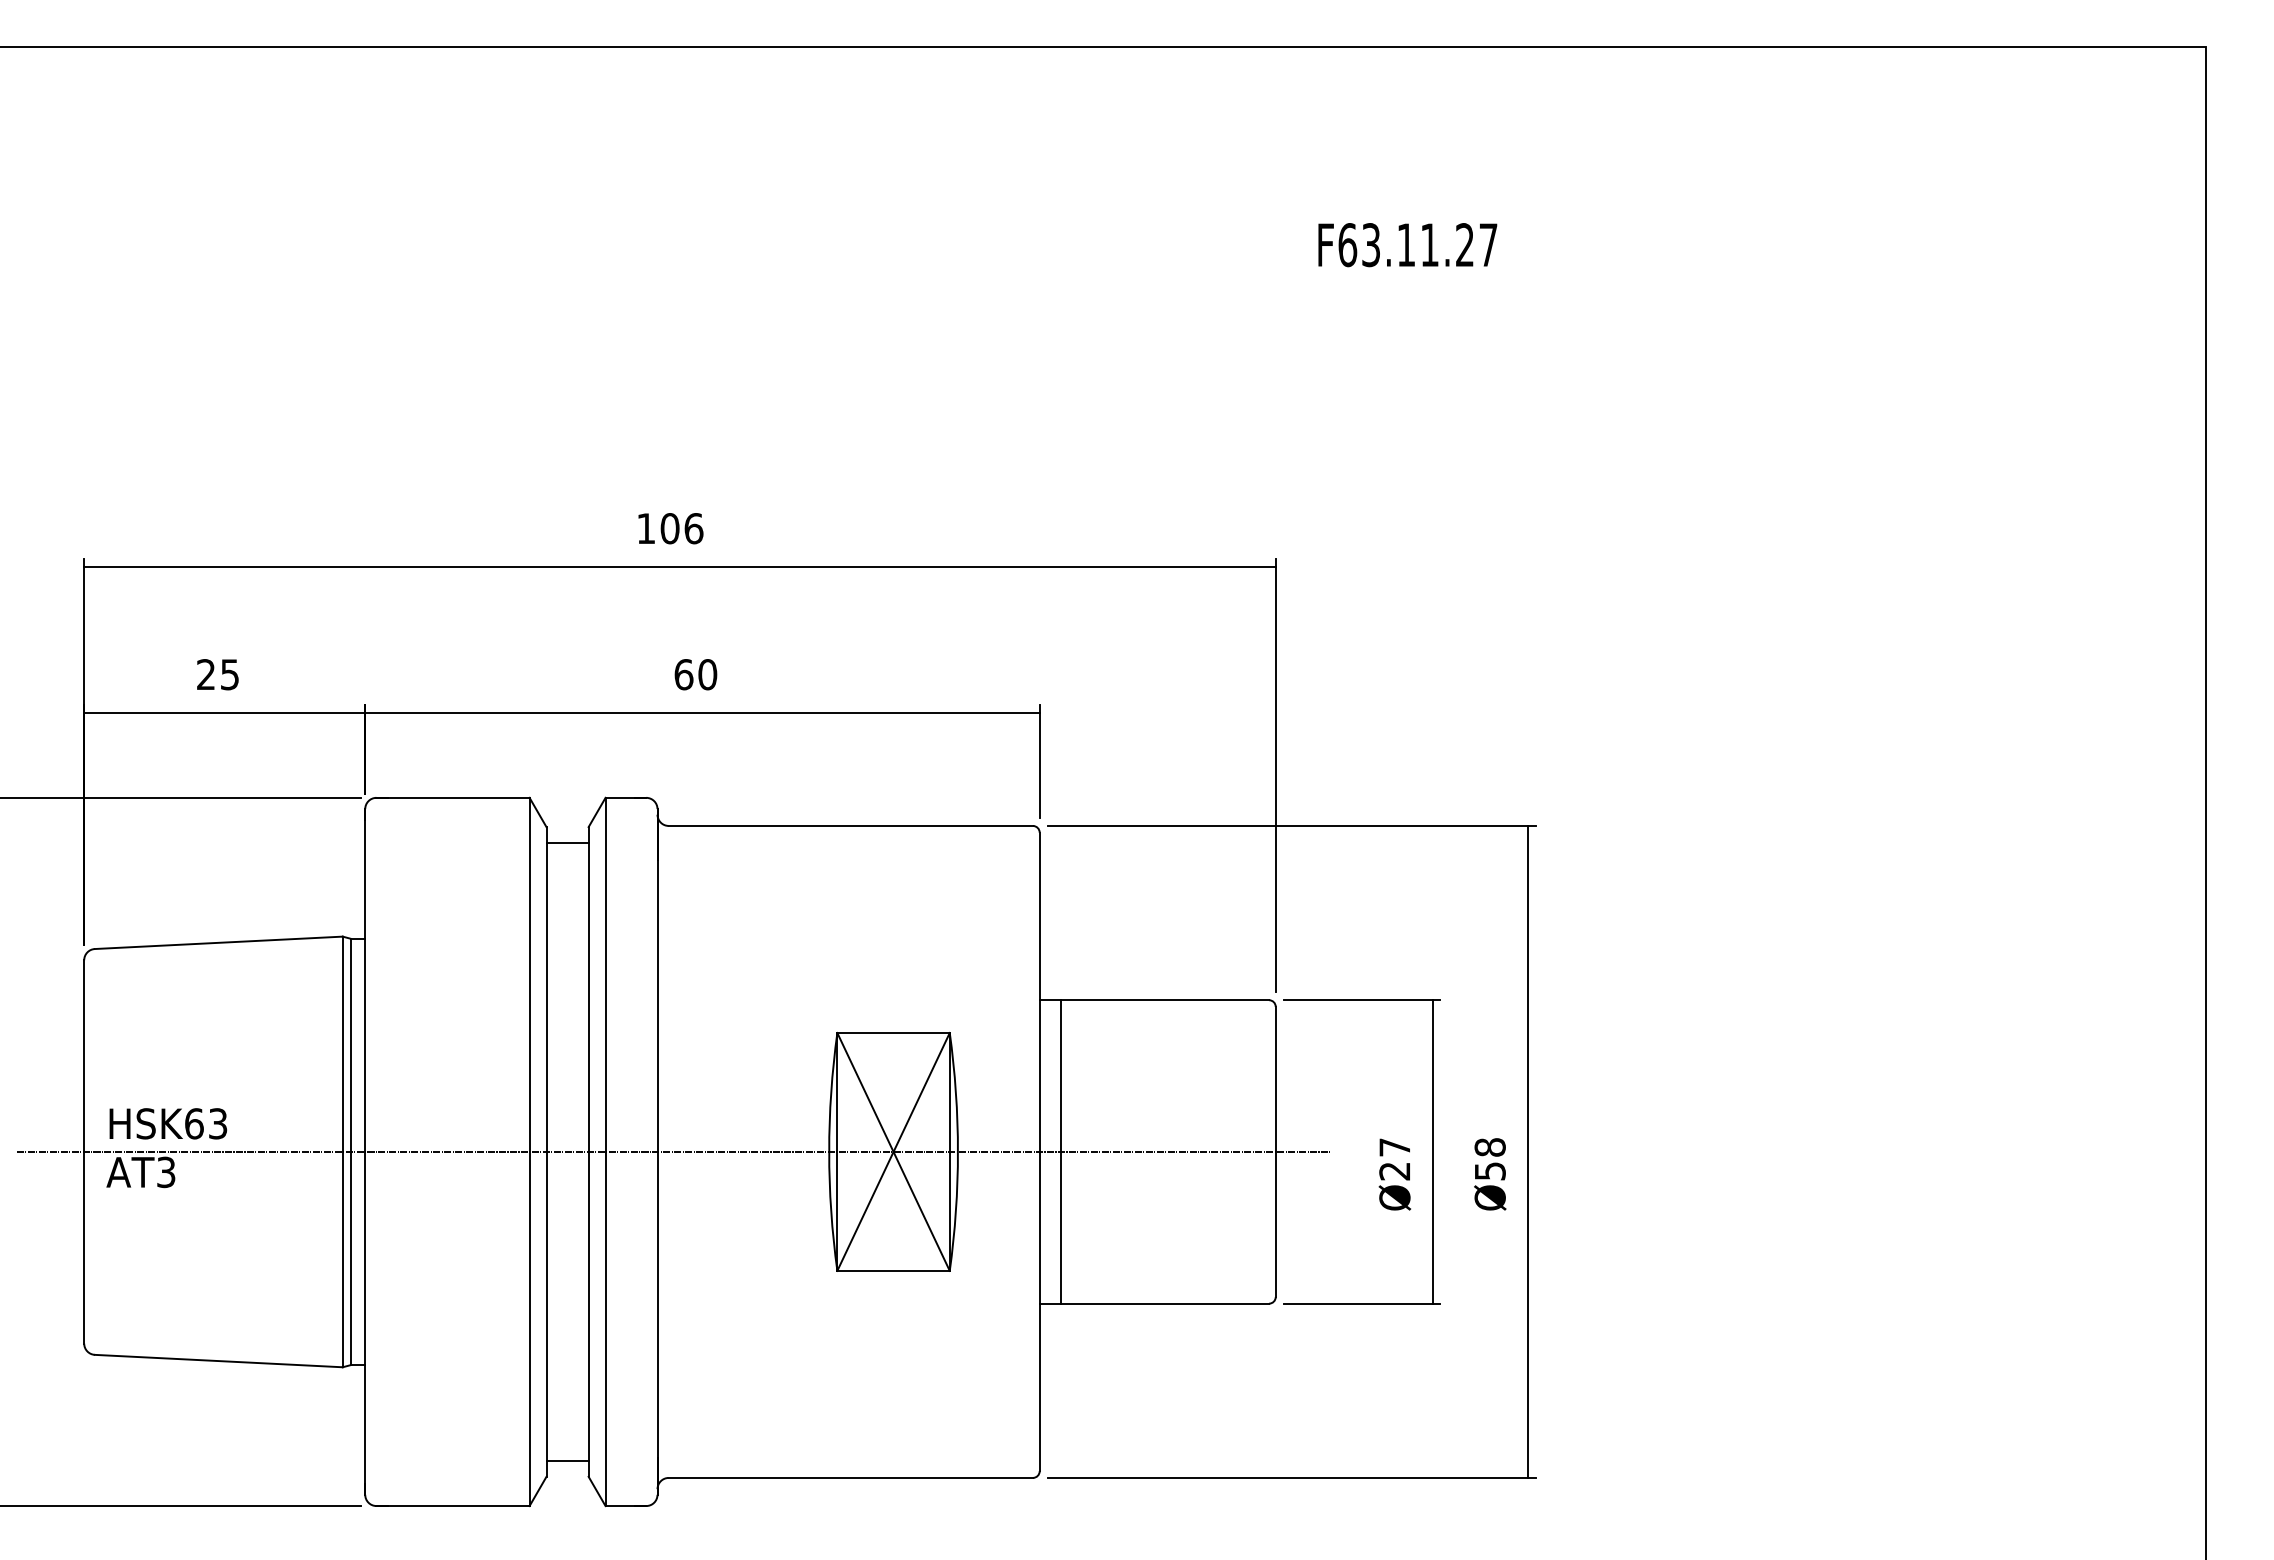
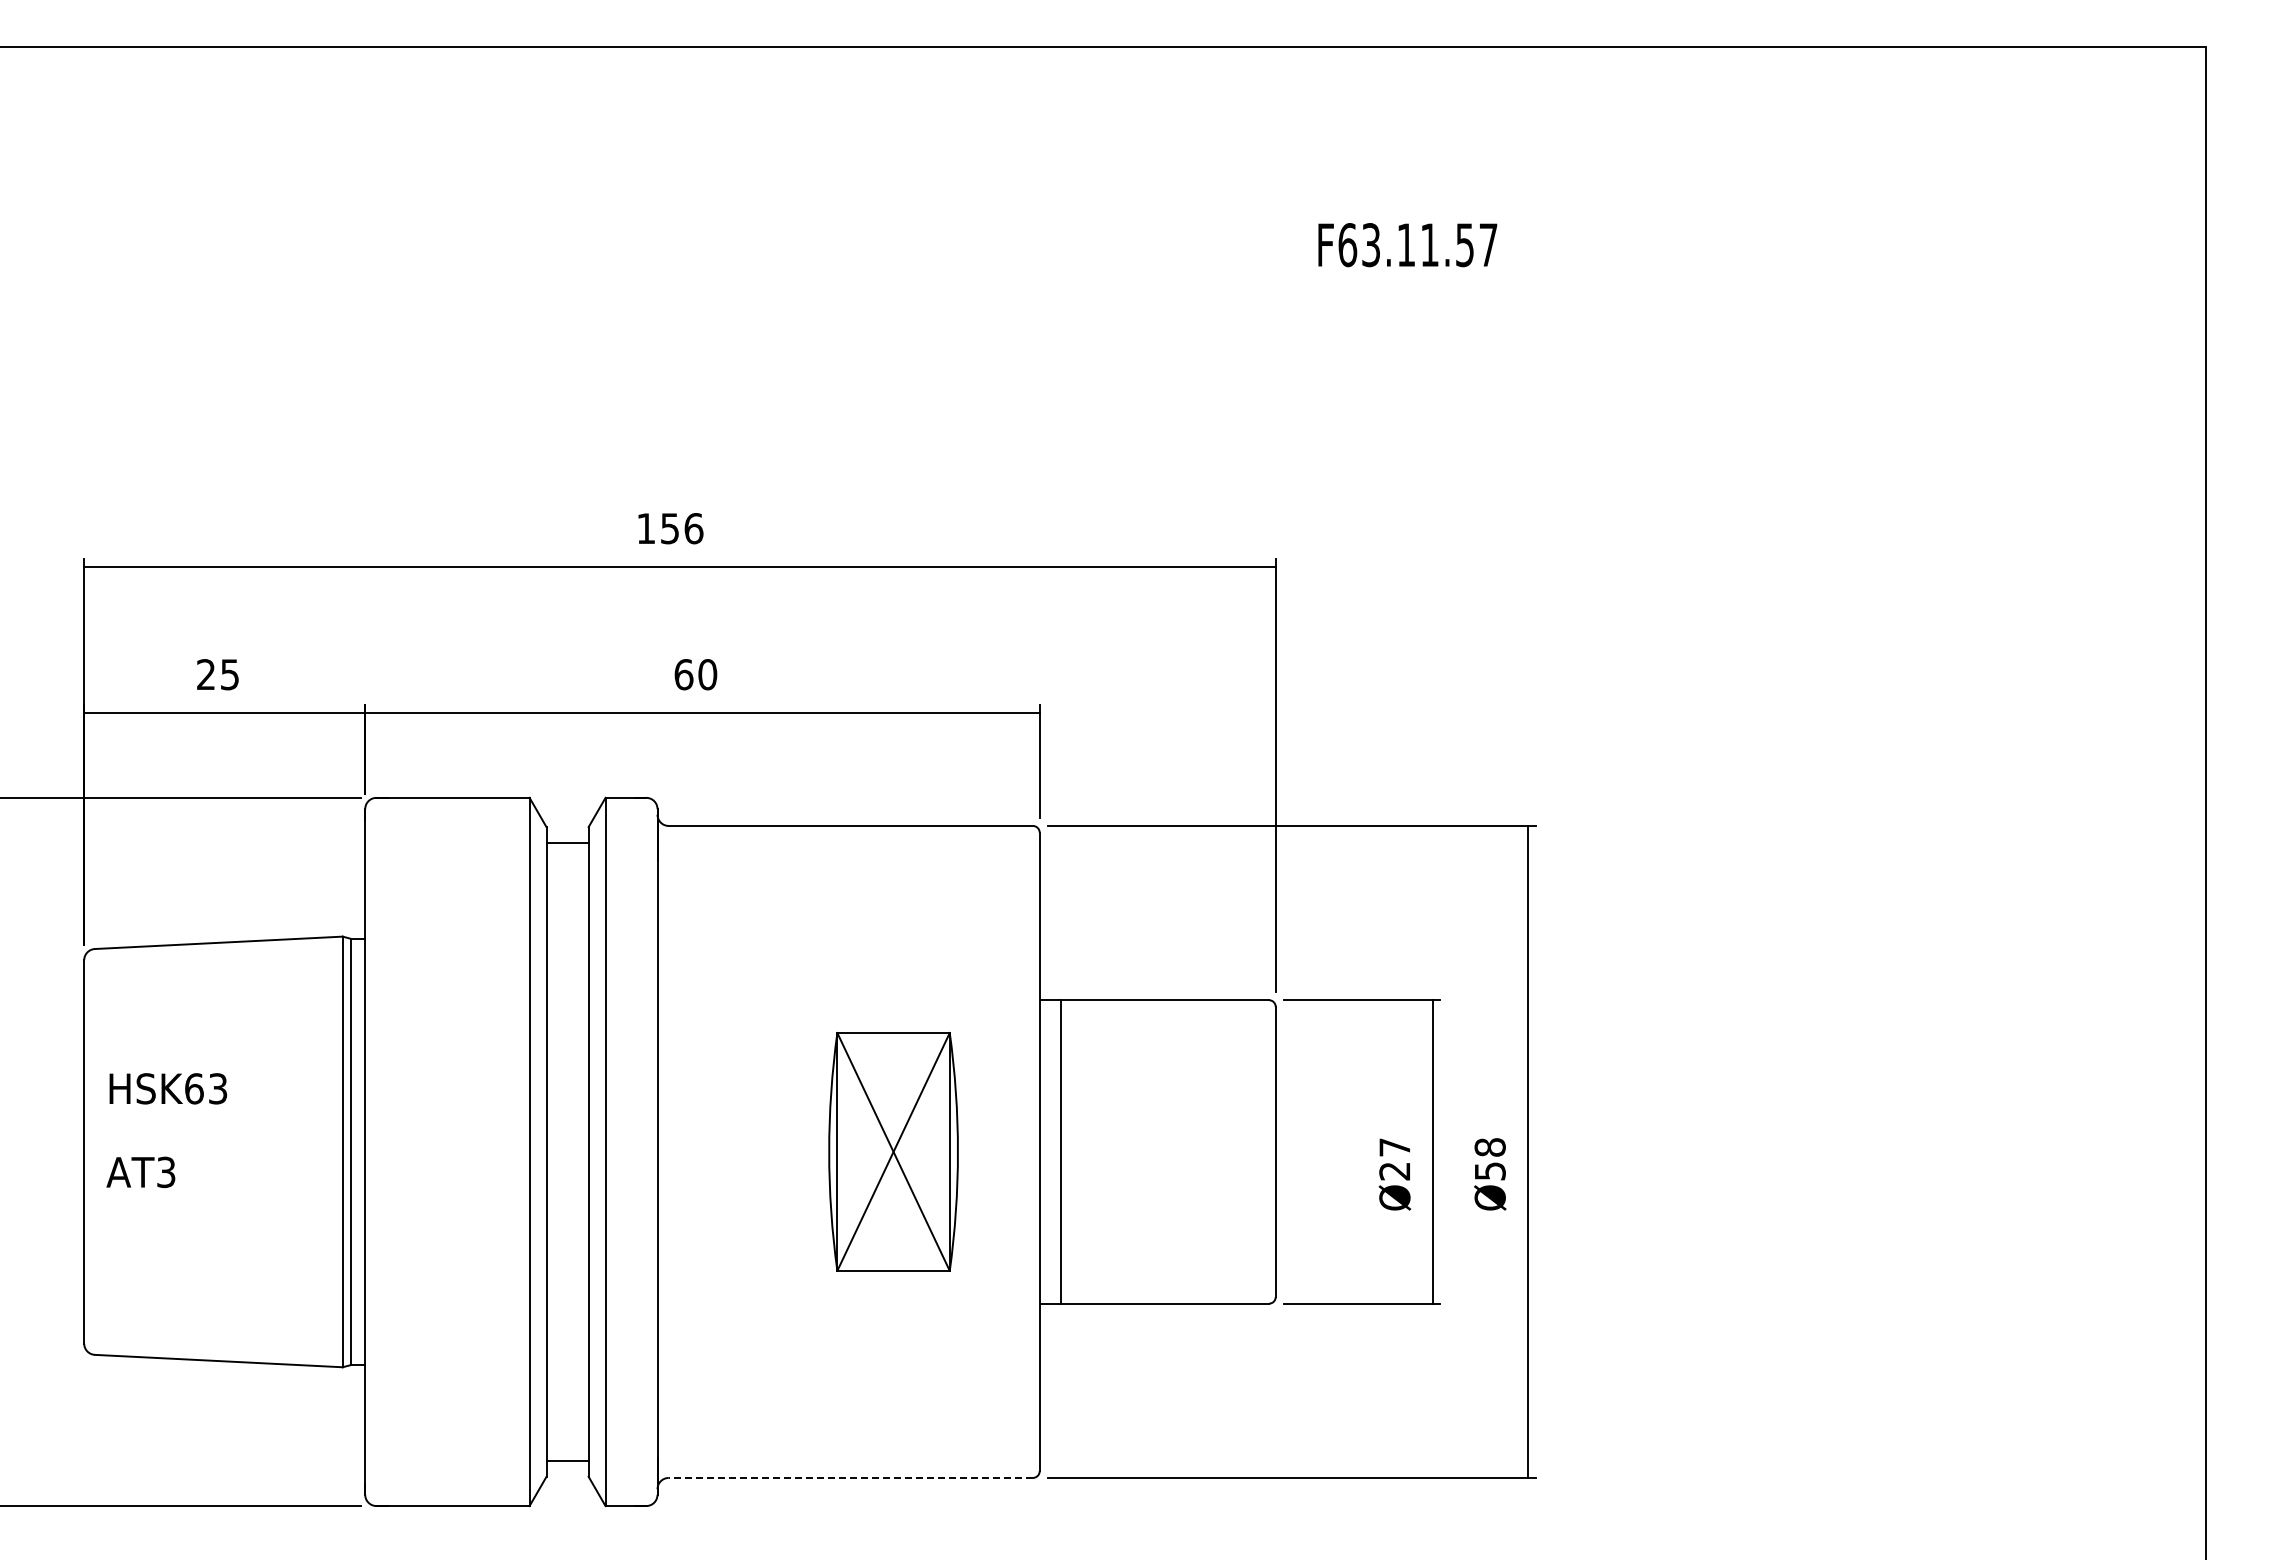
text at (1464, 245): F63.11.27 -> F63.11.57
text at (669, 528): 106 -> 156
text at (168, 1123) position: (168, 1123) -> (168, 1088)
line at (672, 1151): present -> none
line at (850, 1477): solid -> dashed
